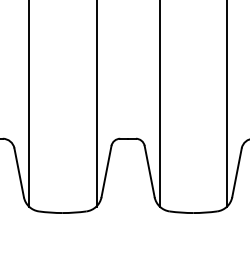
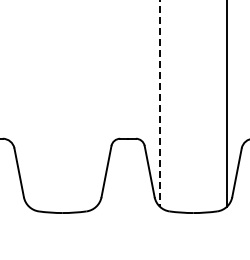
line at (159, 103): solid -> dashed
line at (28, 104): present -> none
line at (96, 104): present -> none
